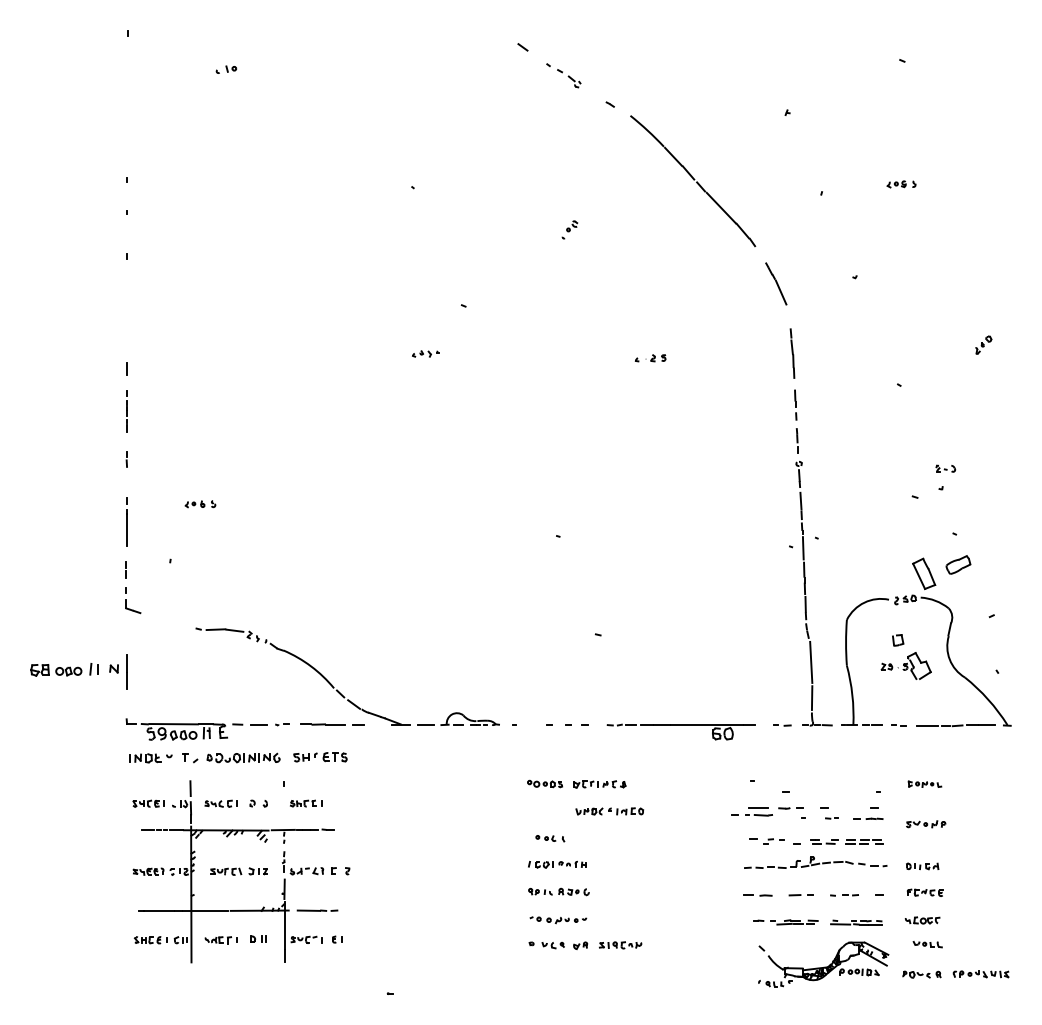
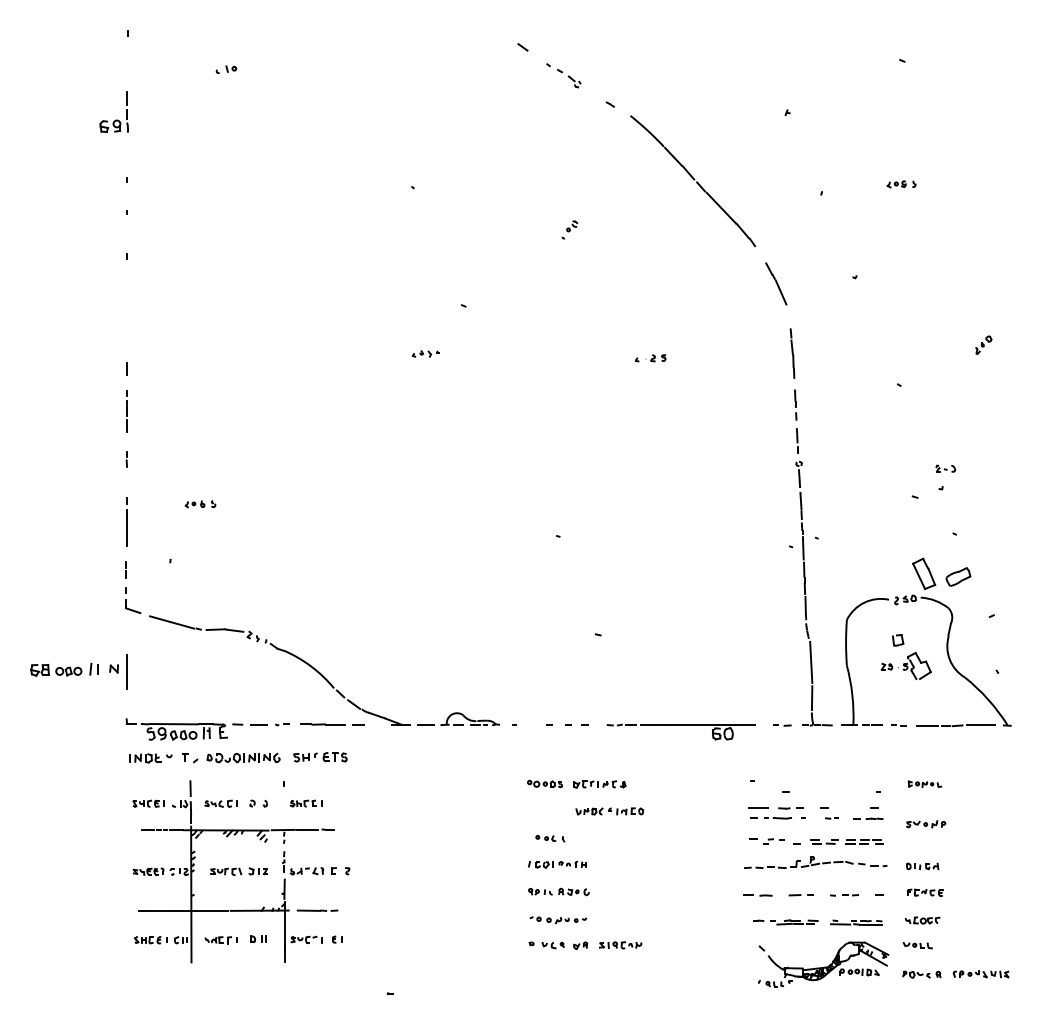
part at (115, 119): none -> present
part at (958, 564) position: (958, 564) -> (958, 576)
line at (172, 622): none -> present
part at (751, 815) position: (751, 815) -> (770, 818)
part at (927, 944) position: (927, 944) -> (917, 945)
